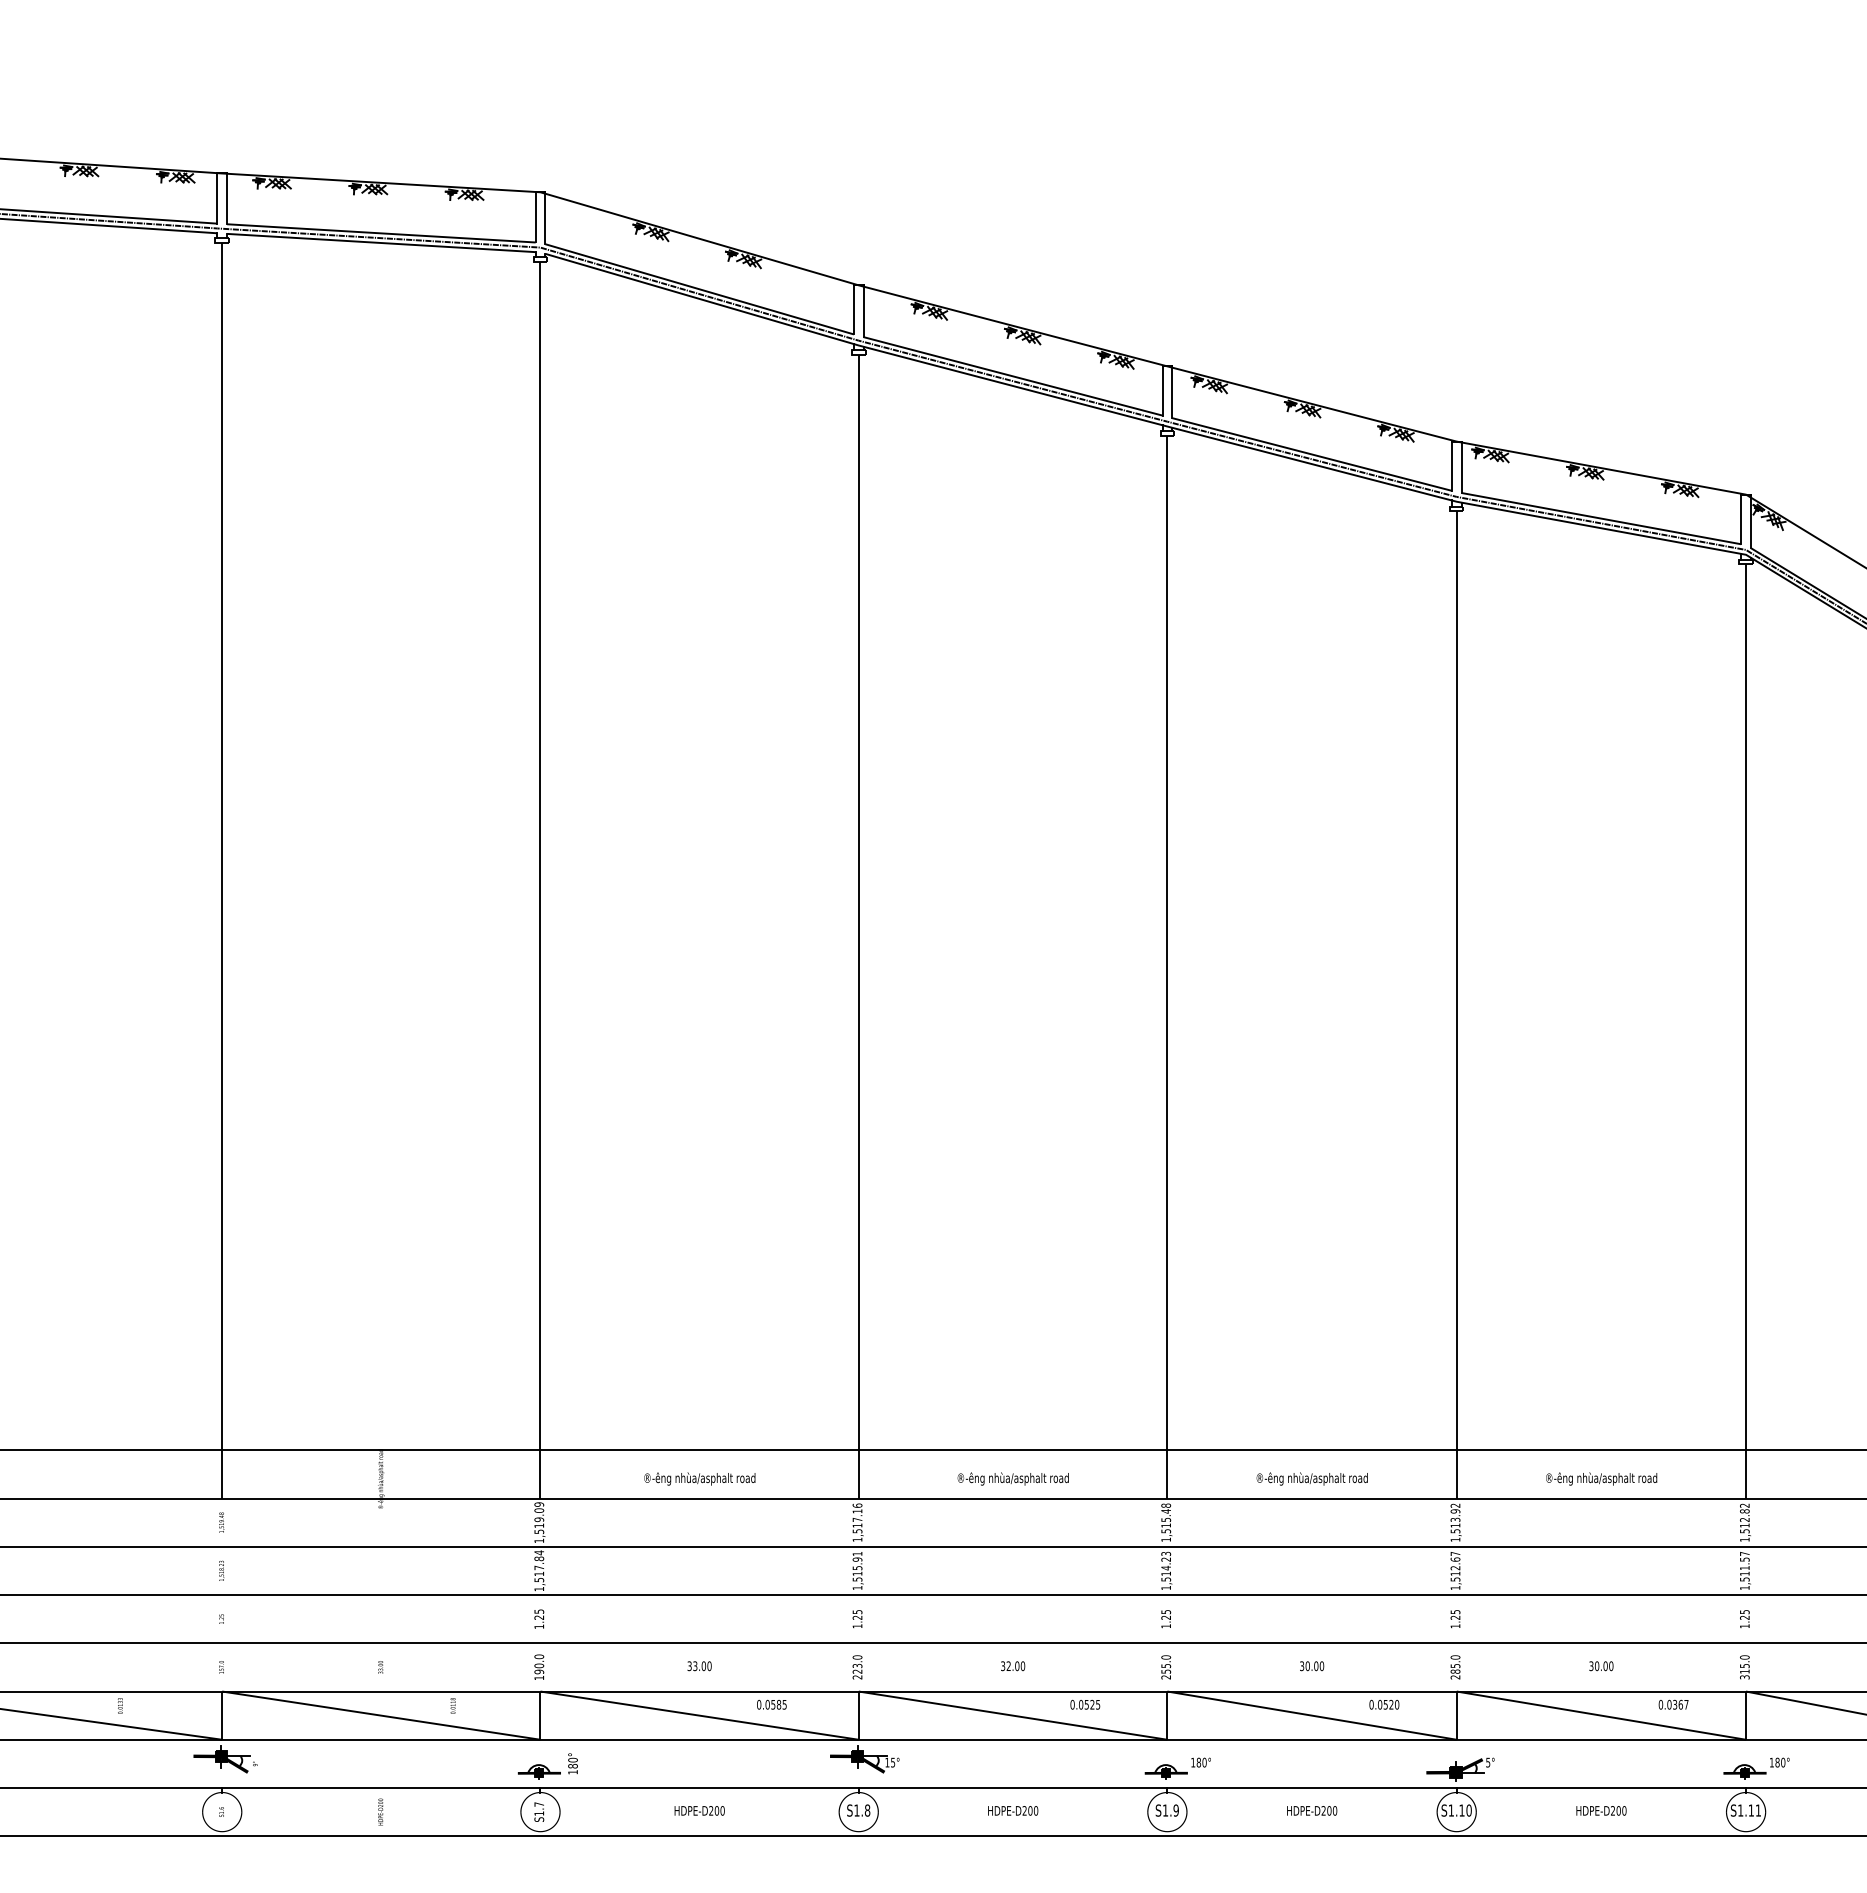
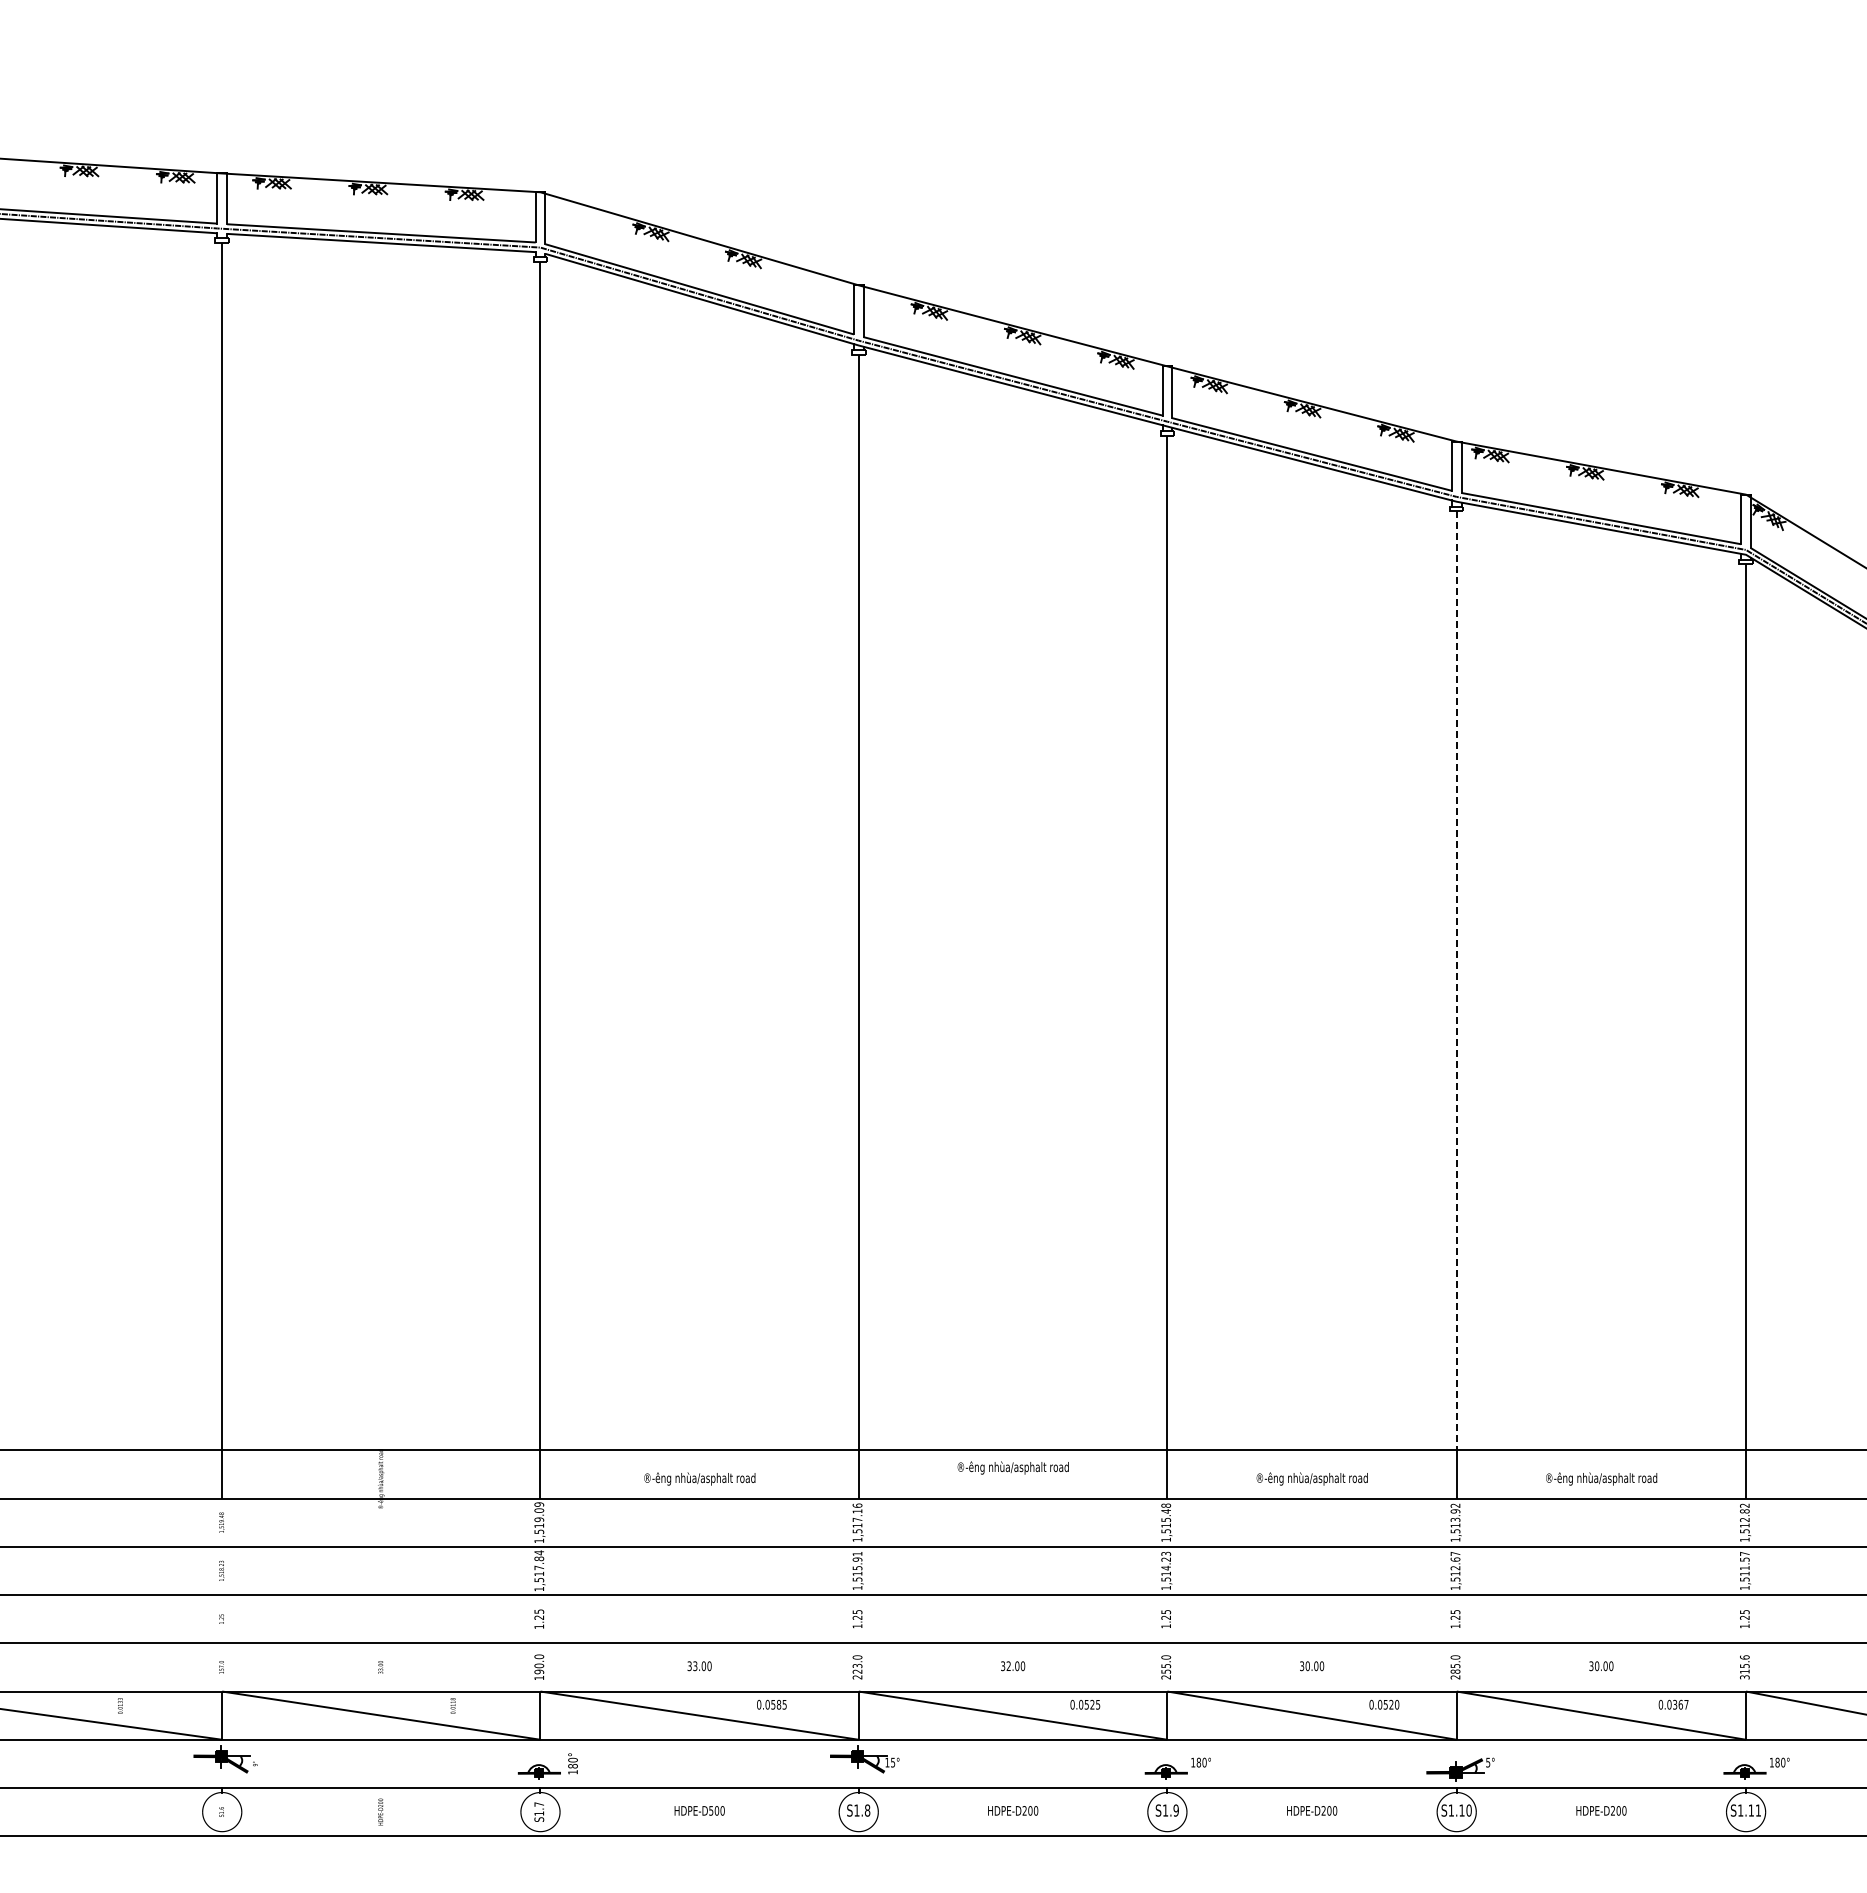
line at (1456, 980): solid -> dashed
text at (1012, 1478) position: (1012, 1478) -> (1012, 1467)
text at (1744, 1657): 315.0 -> 315.6
text at (711, 1810): HDPE-D200 -> HDPE-D500
